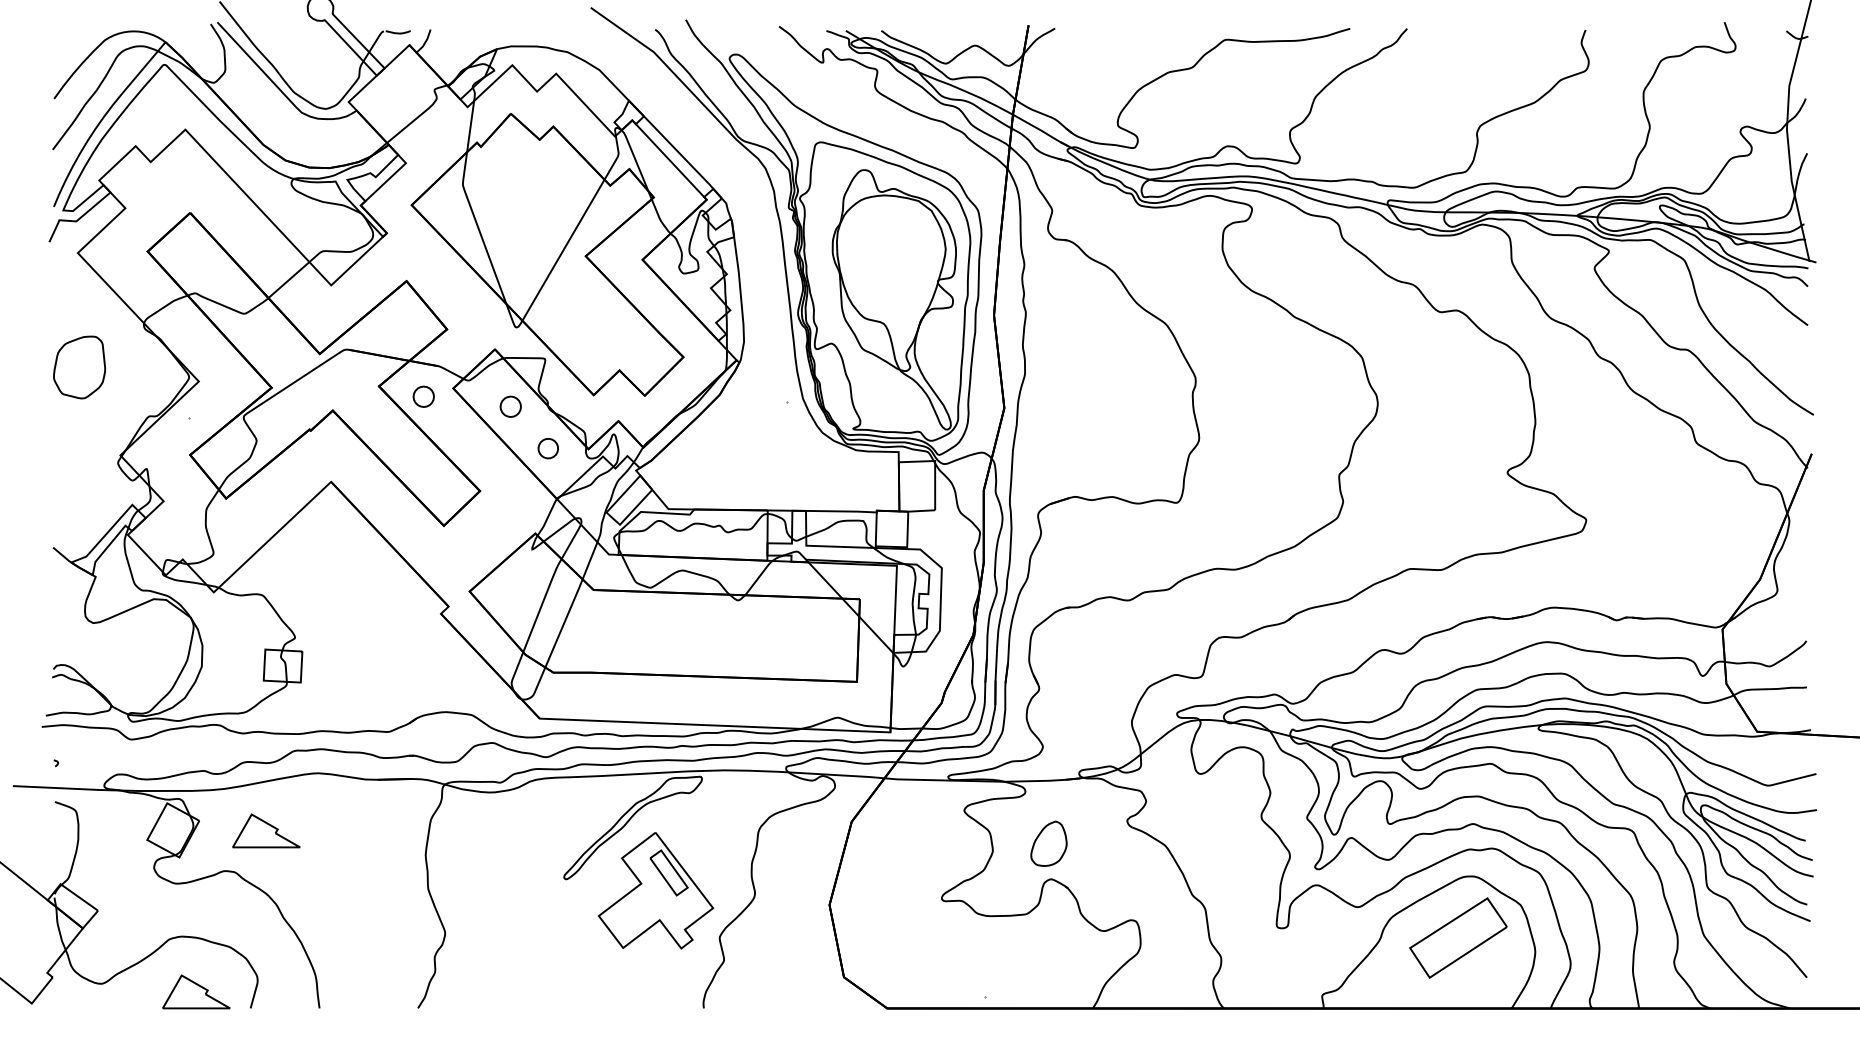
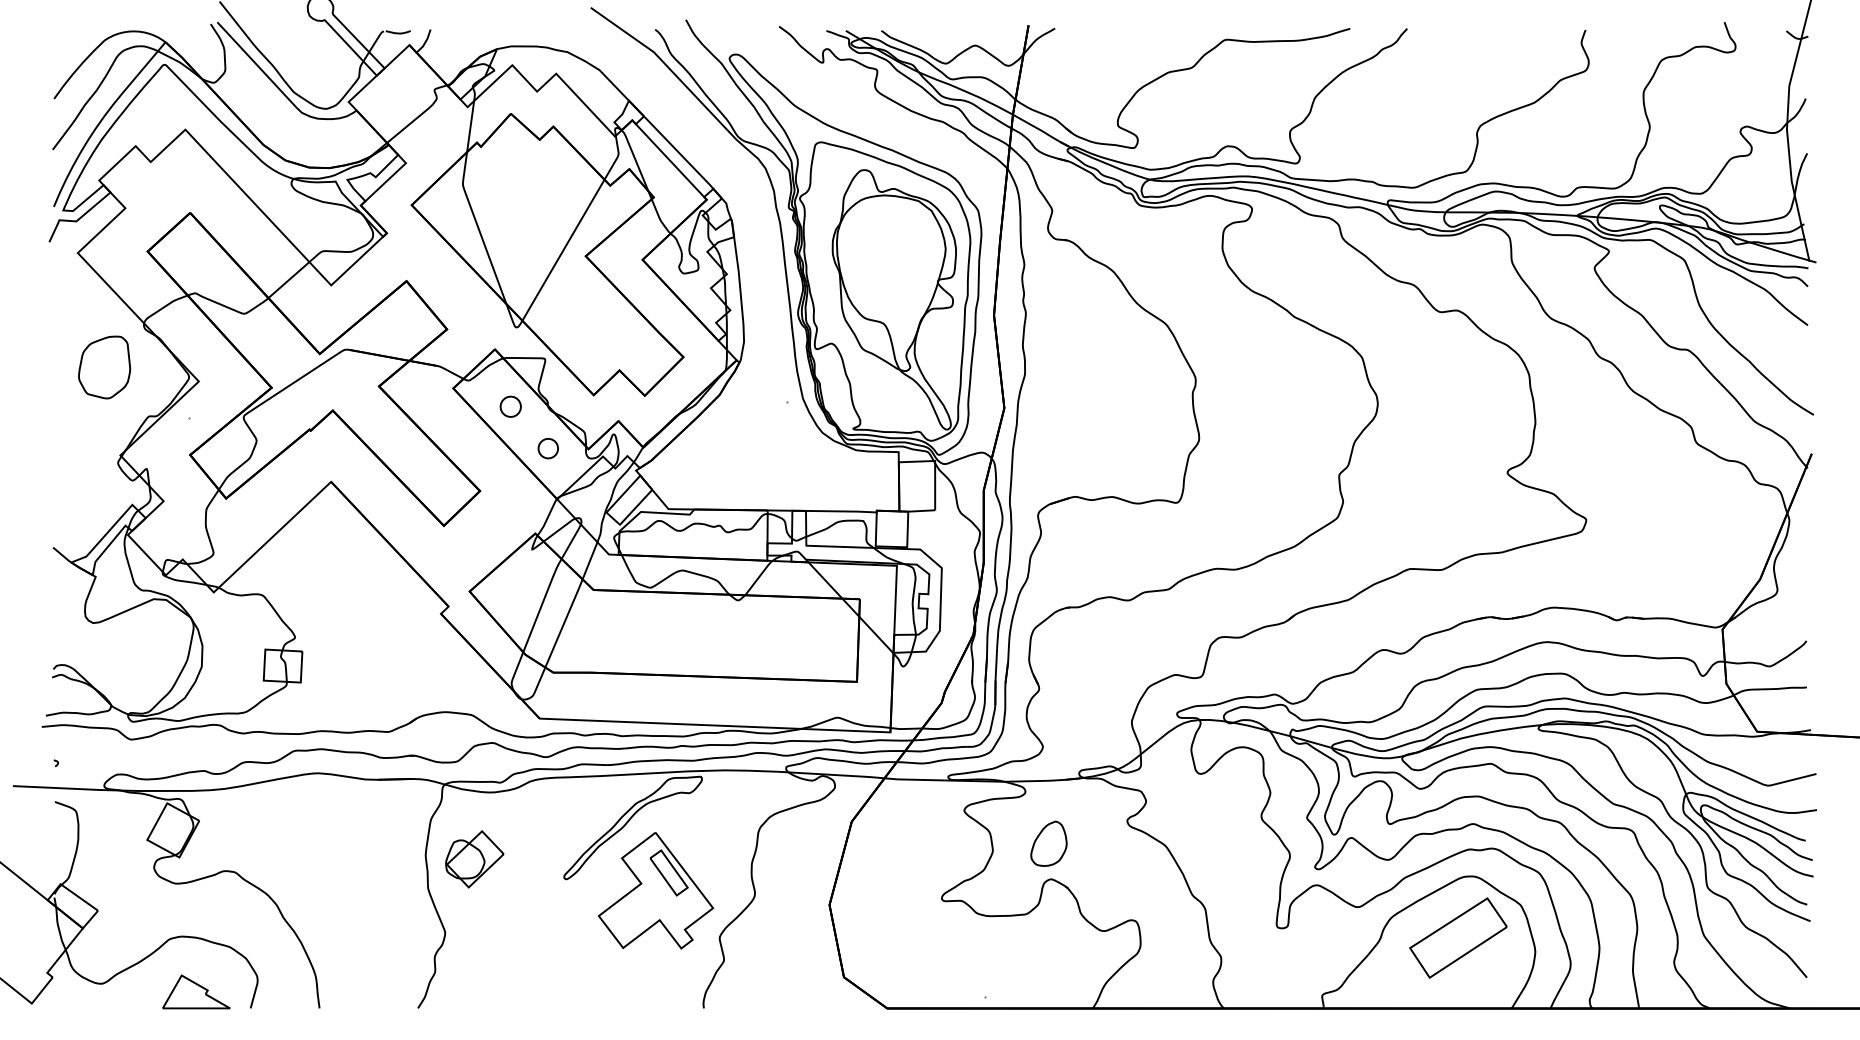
part at (79, 367) position: (79, 367) -> (104, 367)
part at (423, 396): present -> none
part at (266, 830): present -> none
part at (474, 859): none -> present
